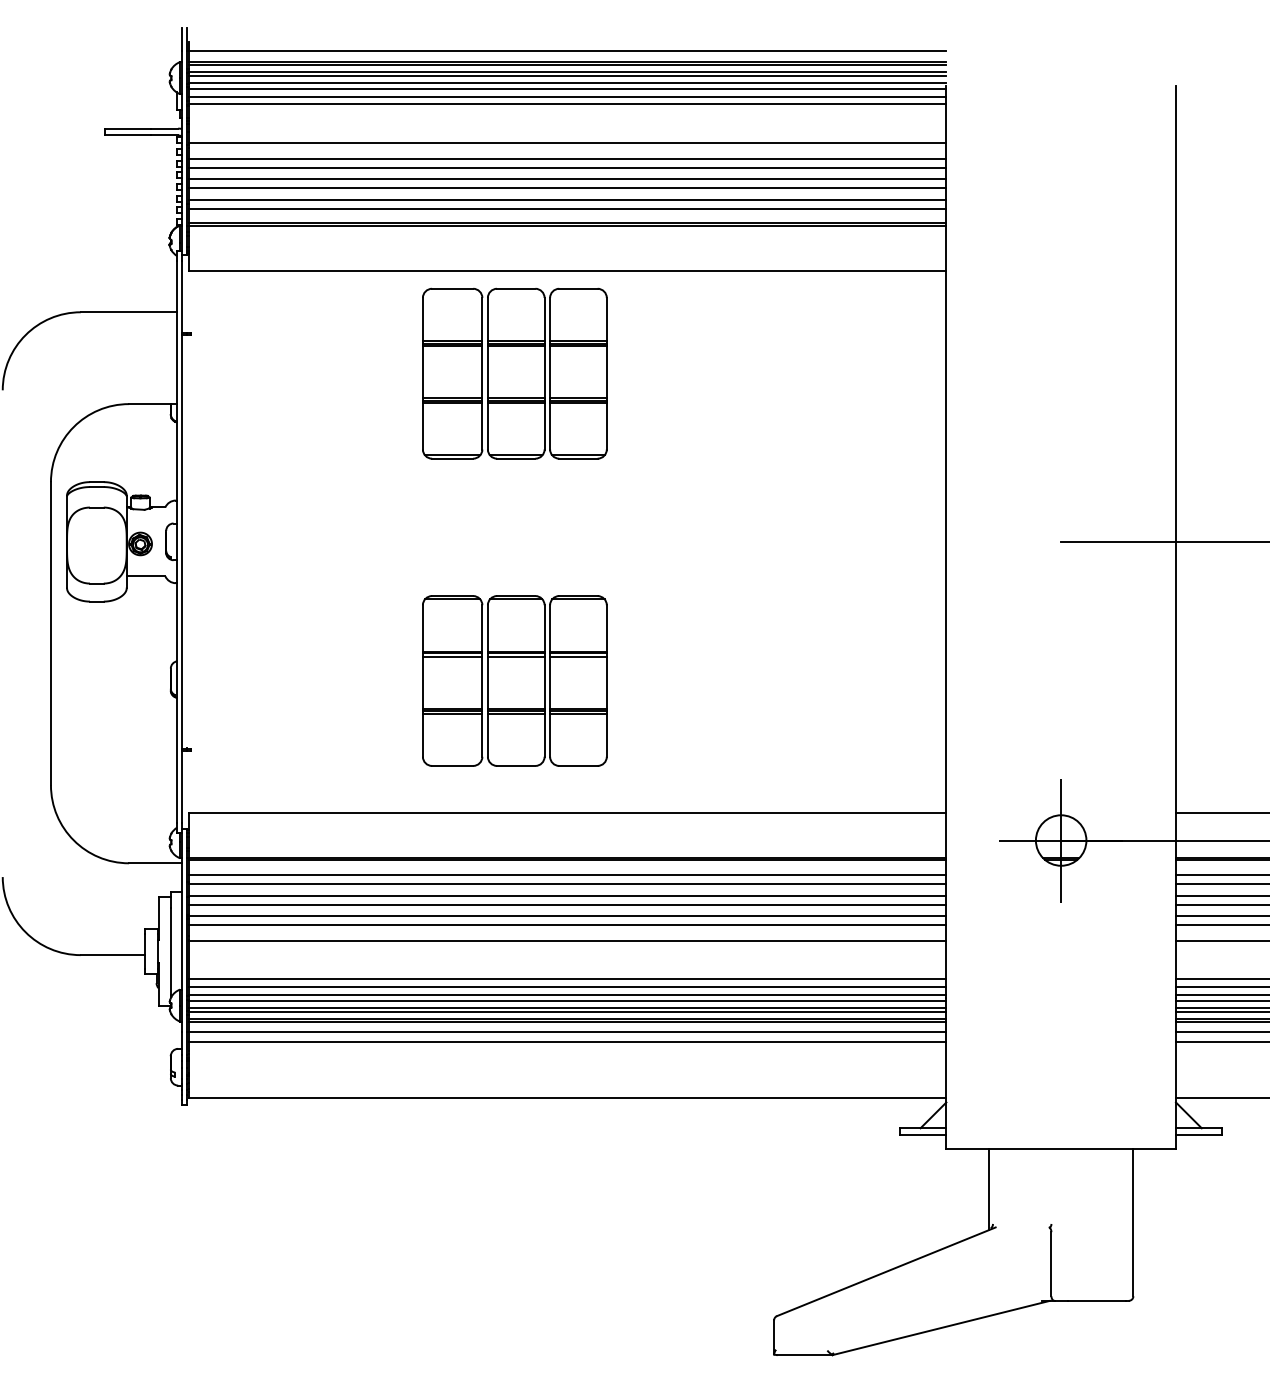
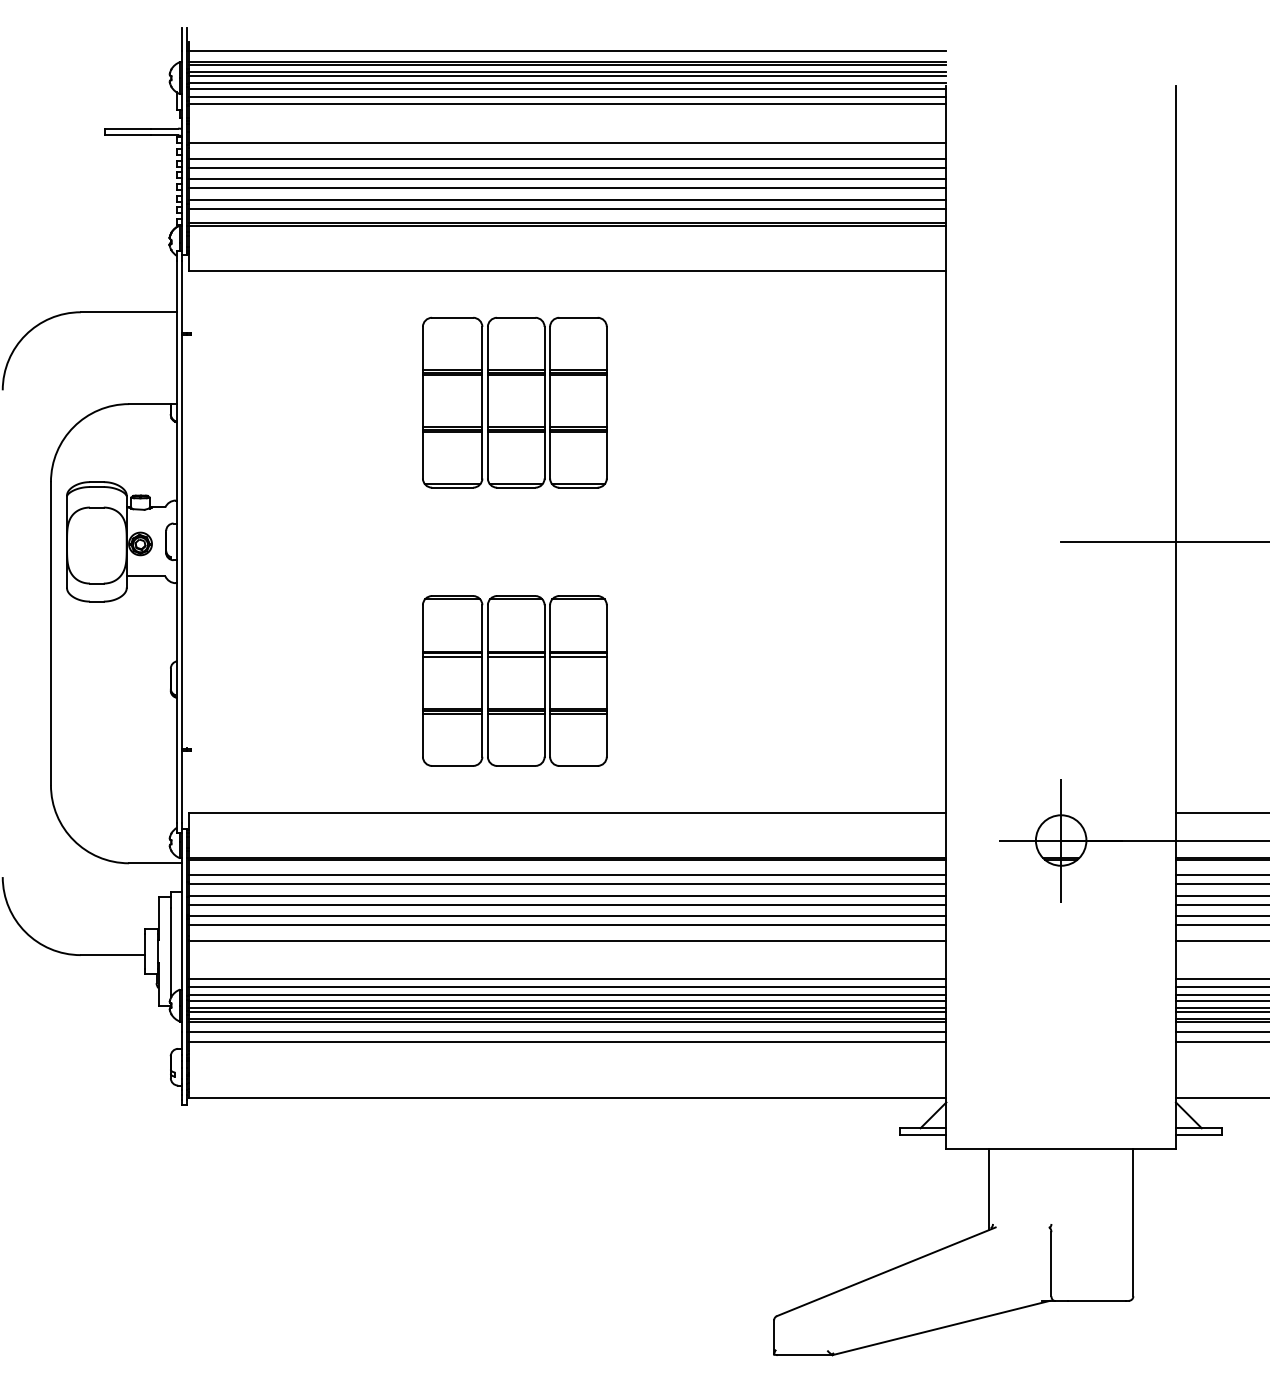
part at (514, 373) position: (514, 373) -> (514, 402)
